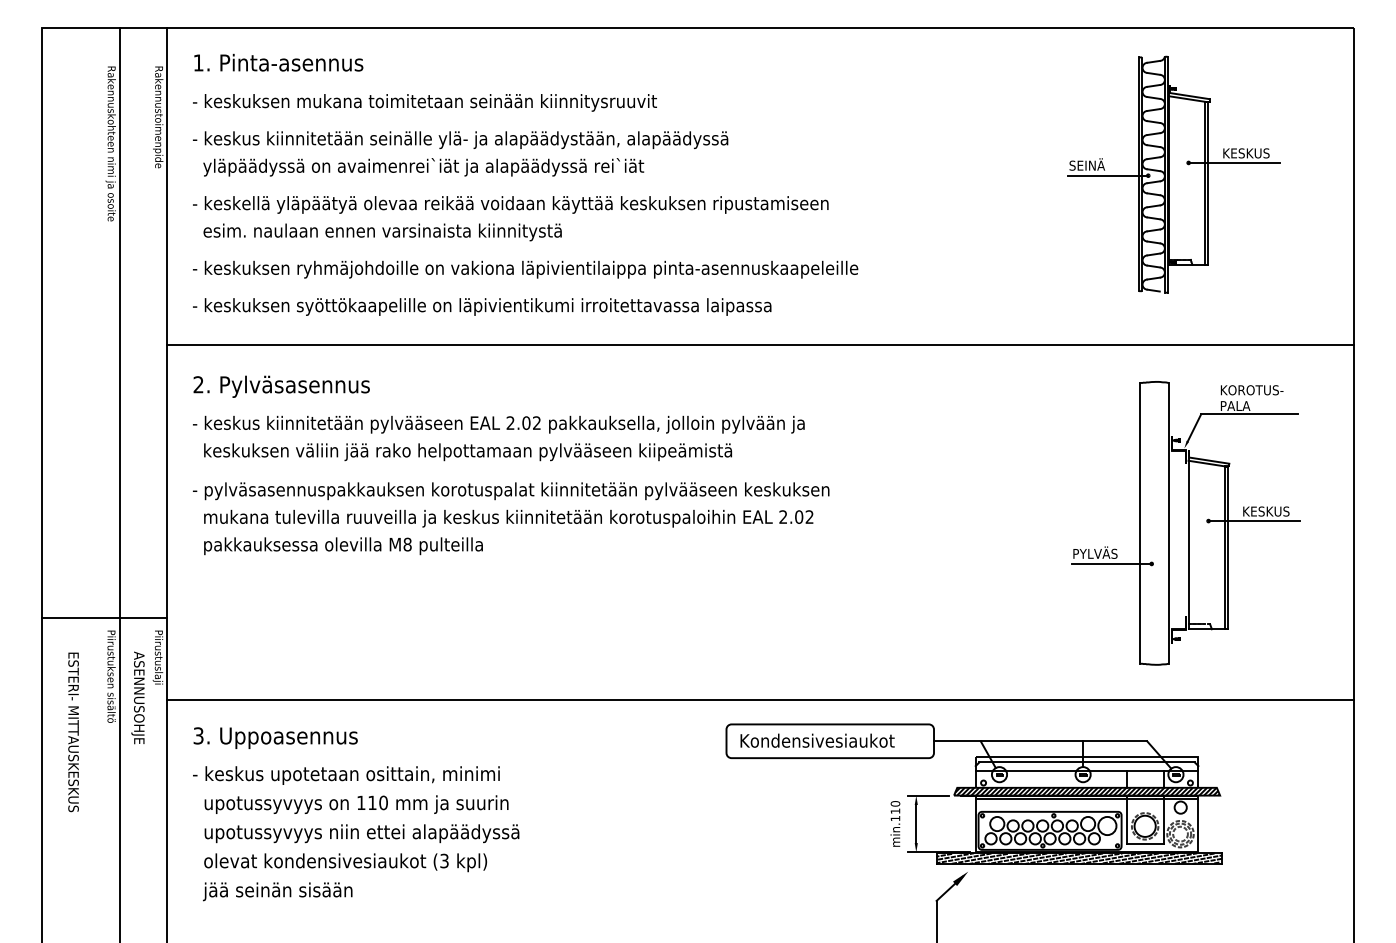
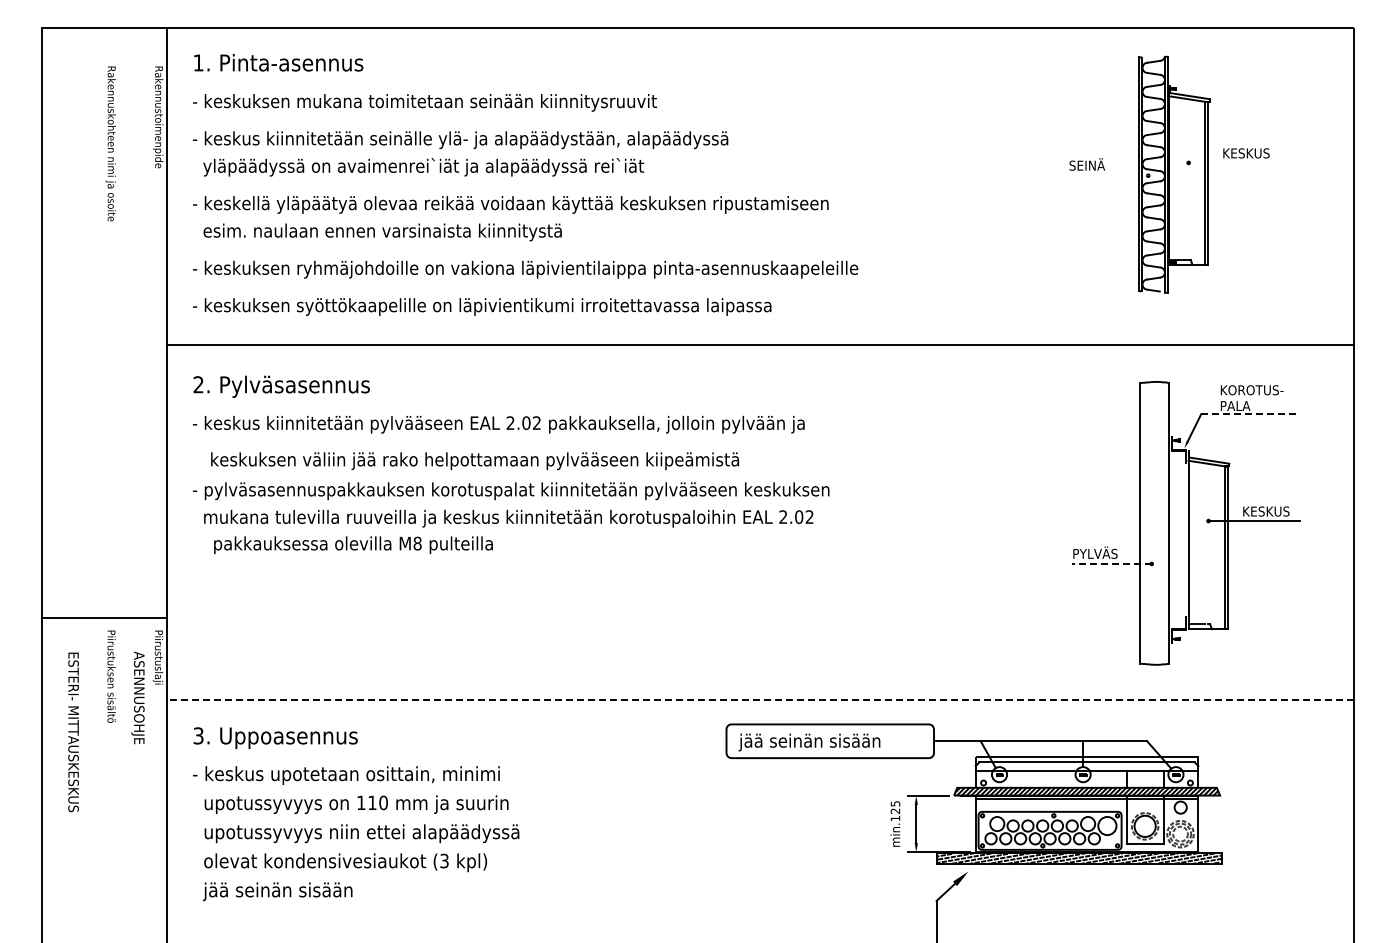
line at (1234, 162): present -> none
line at (1108, 175): present -> none
line at (1250, 414): solid -> dashed
text at (467, 452) position: (467, 452) -> (474, 461)
line at (119, 483): present -> none
text at (343, 546) position: (343, 546) -> (353, 545)
line at (1111, 563): solid -> dashed
line at (760, 699): solid -> dashed
text at (816, 742): Kondensivesiaukot -> jää seinän sisään
text at (895, 807): min.110 -> min.125
